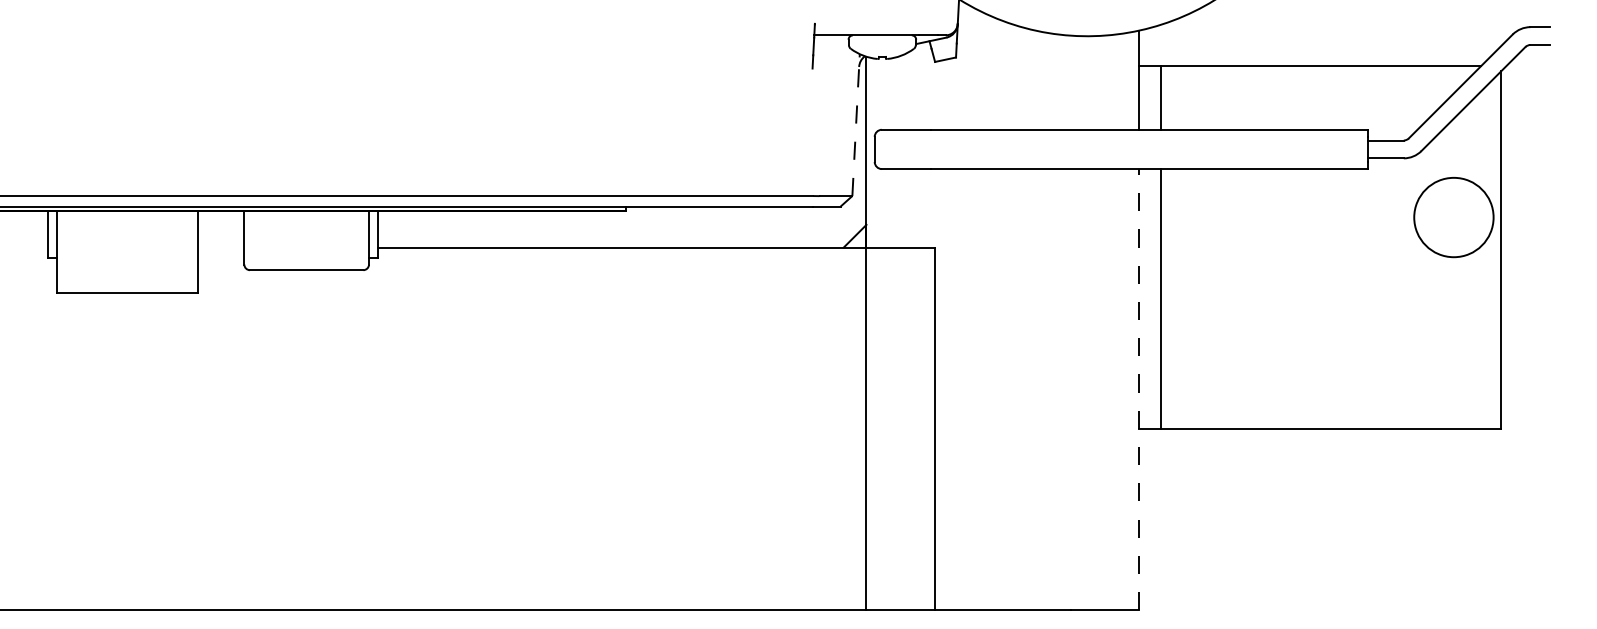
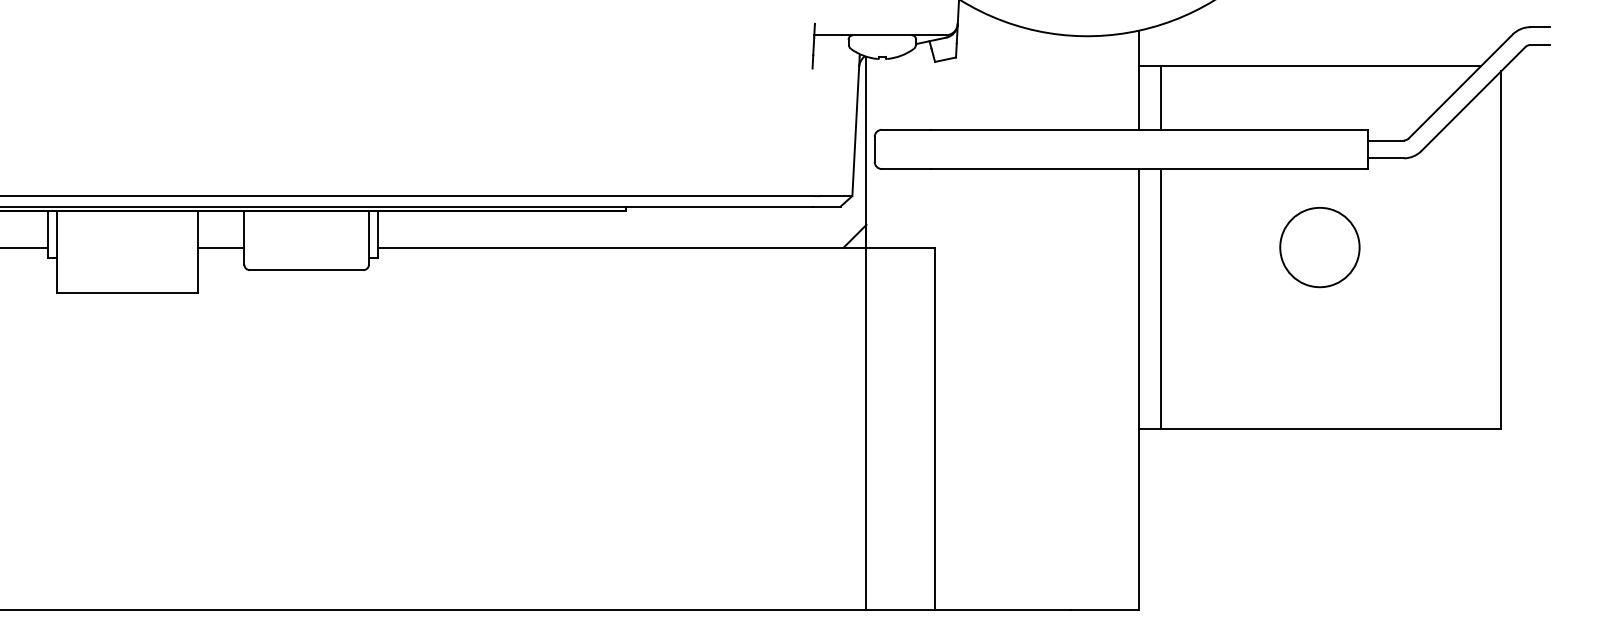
line at (856, 126): dashed -> solid
circle at (1453, 217) position: (1453, 217) -> (1319, 247)
line at (25, 247): none -> present
line at (220, 247): none -> present
line at (1138, 389): dashed -> solid
